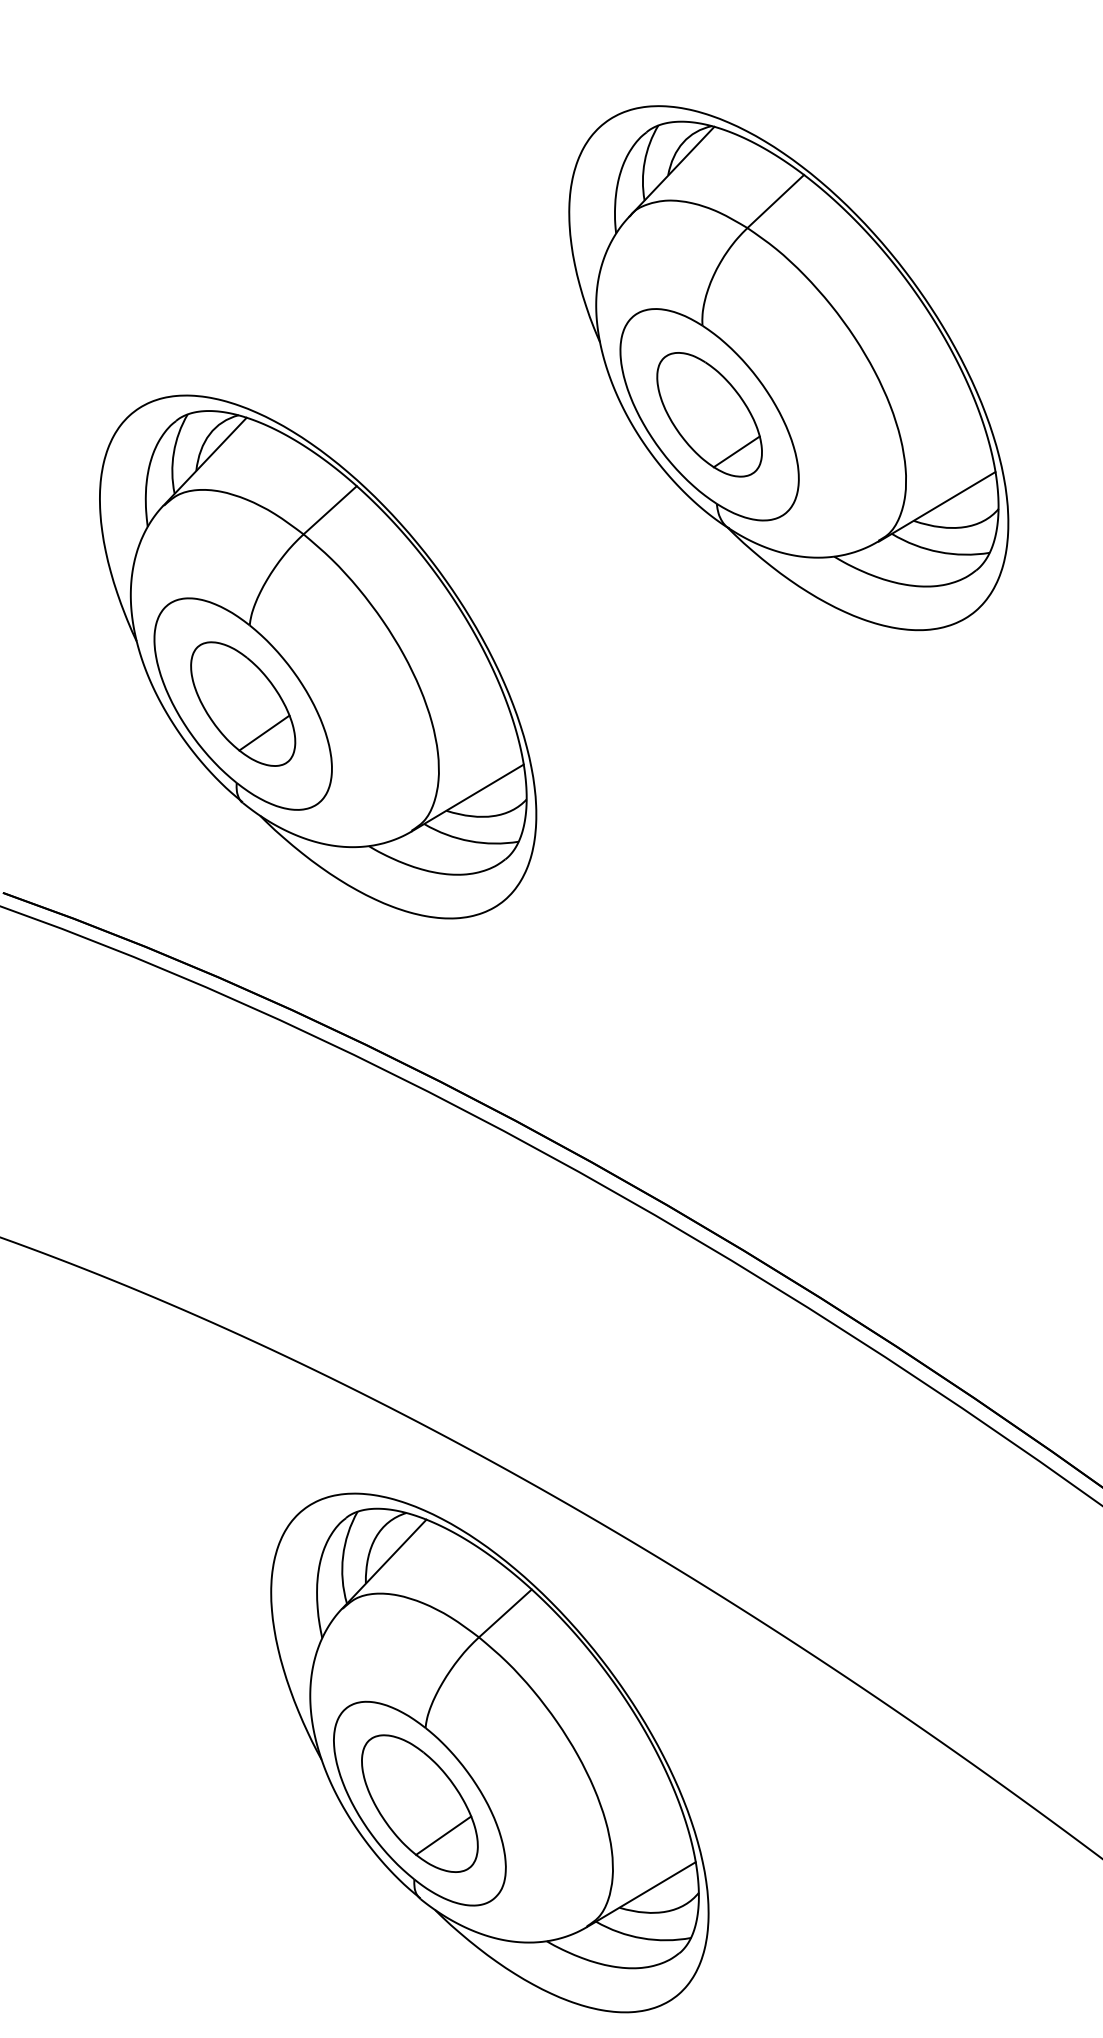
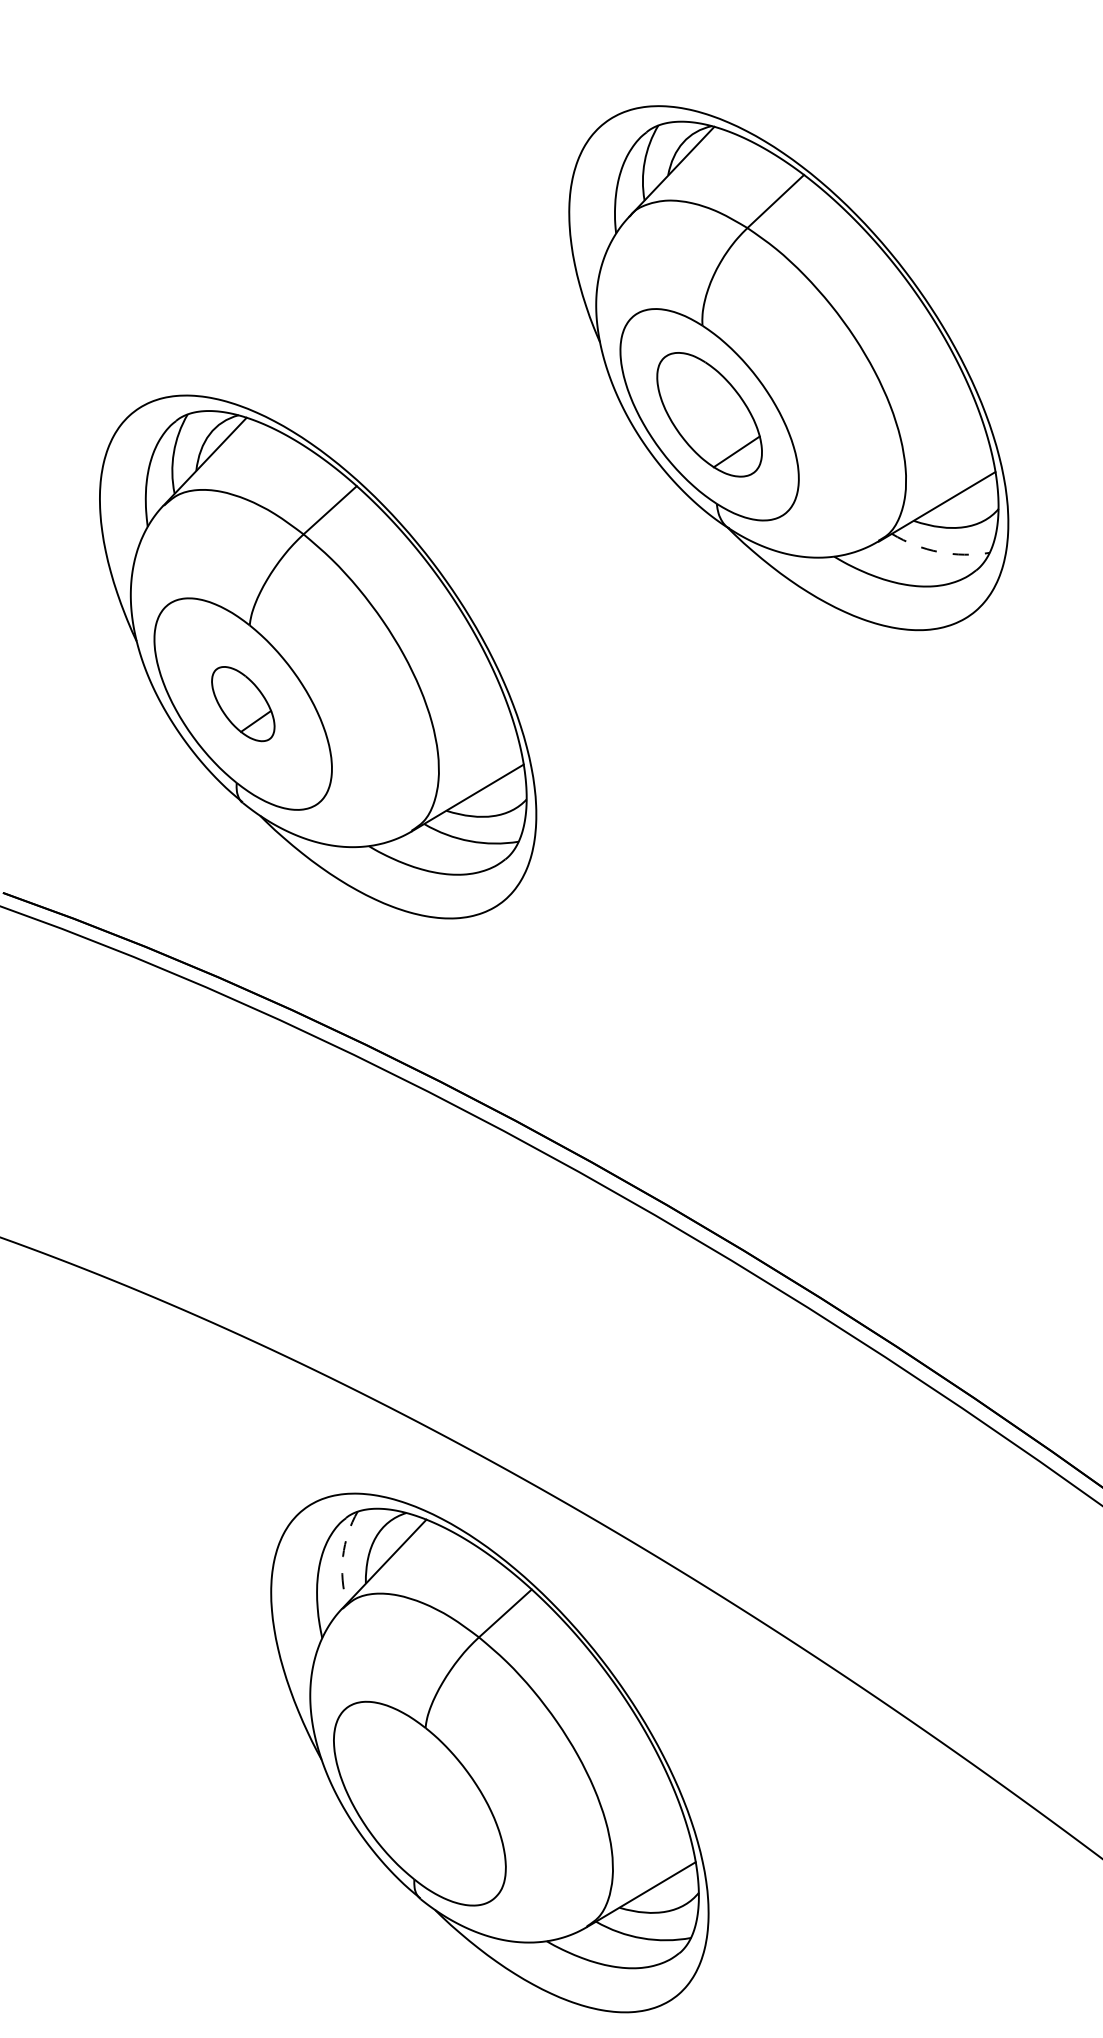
arc at (939, 552): solid -> dashed
part at (243, 703) size: 107x126 px -> 65x77 px
arc at (343, 1556): solid -> dashed
part at (419, 1803): present -> none
